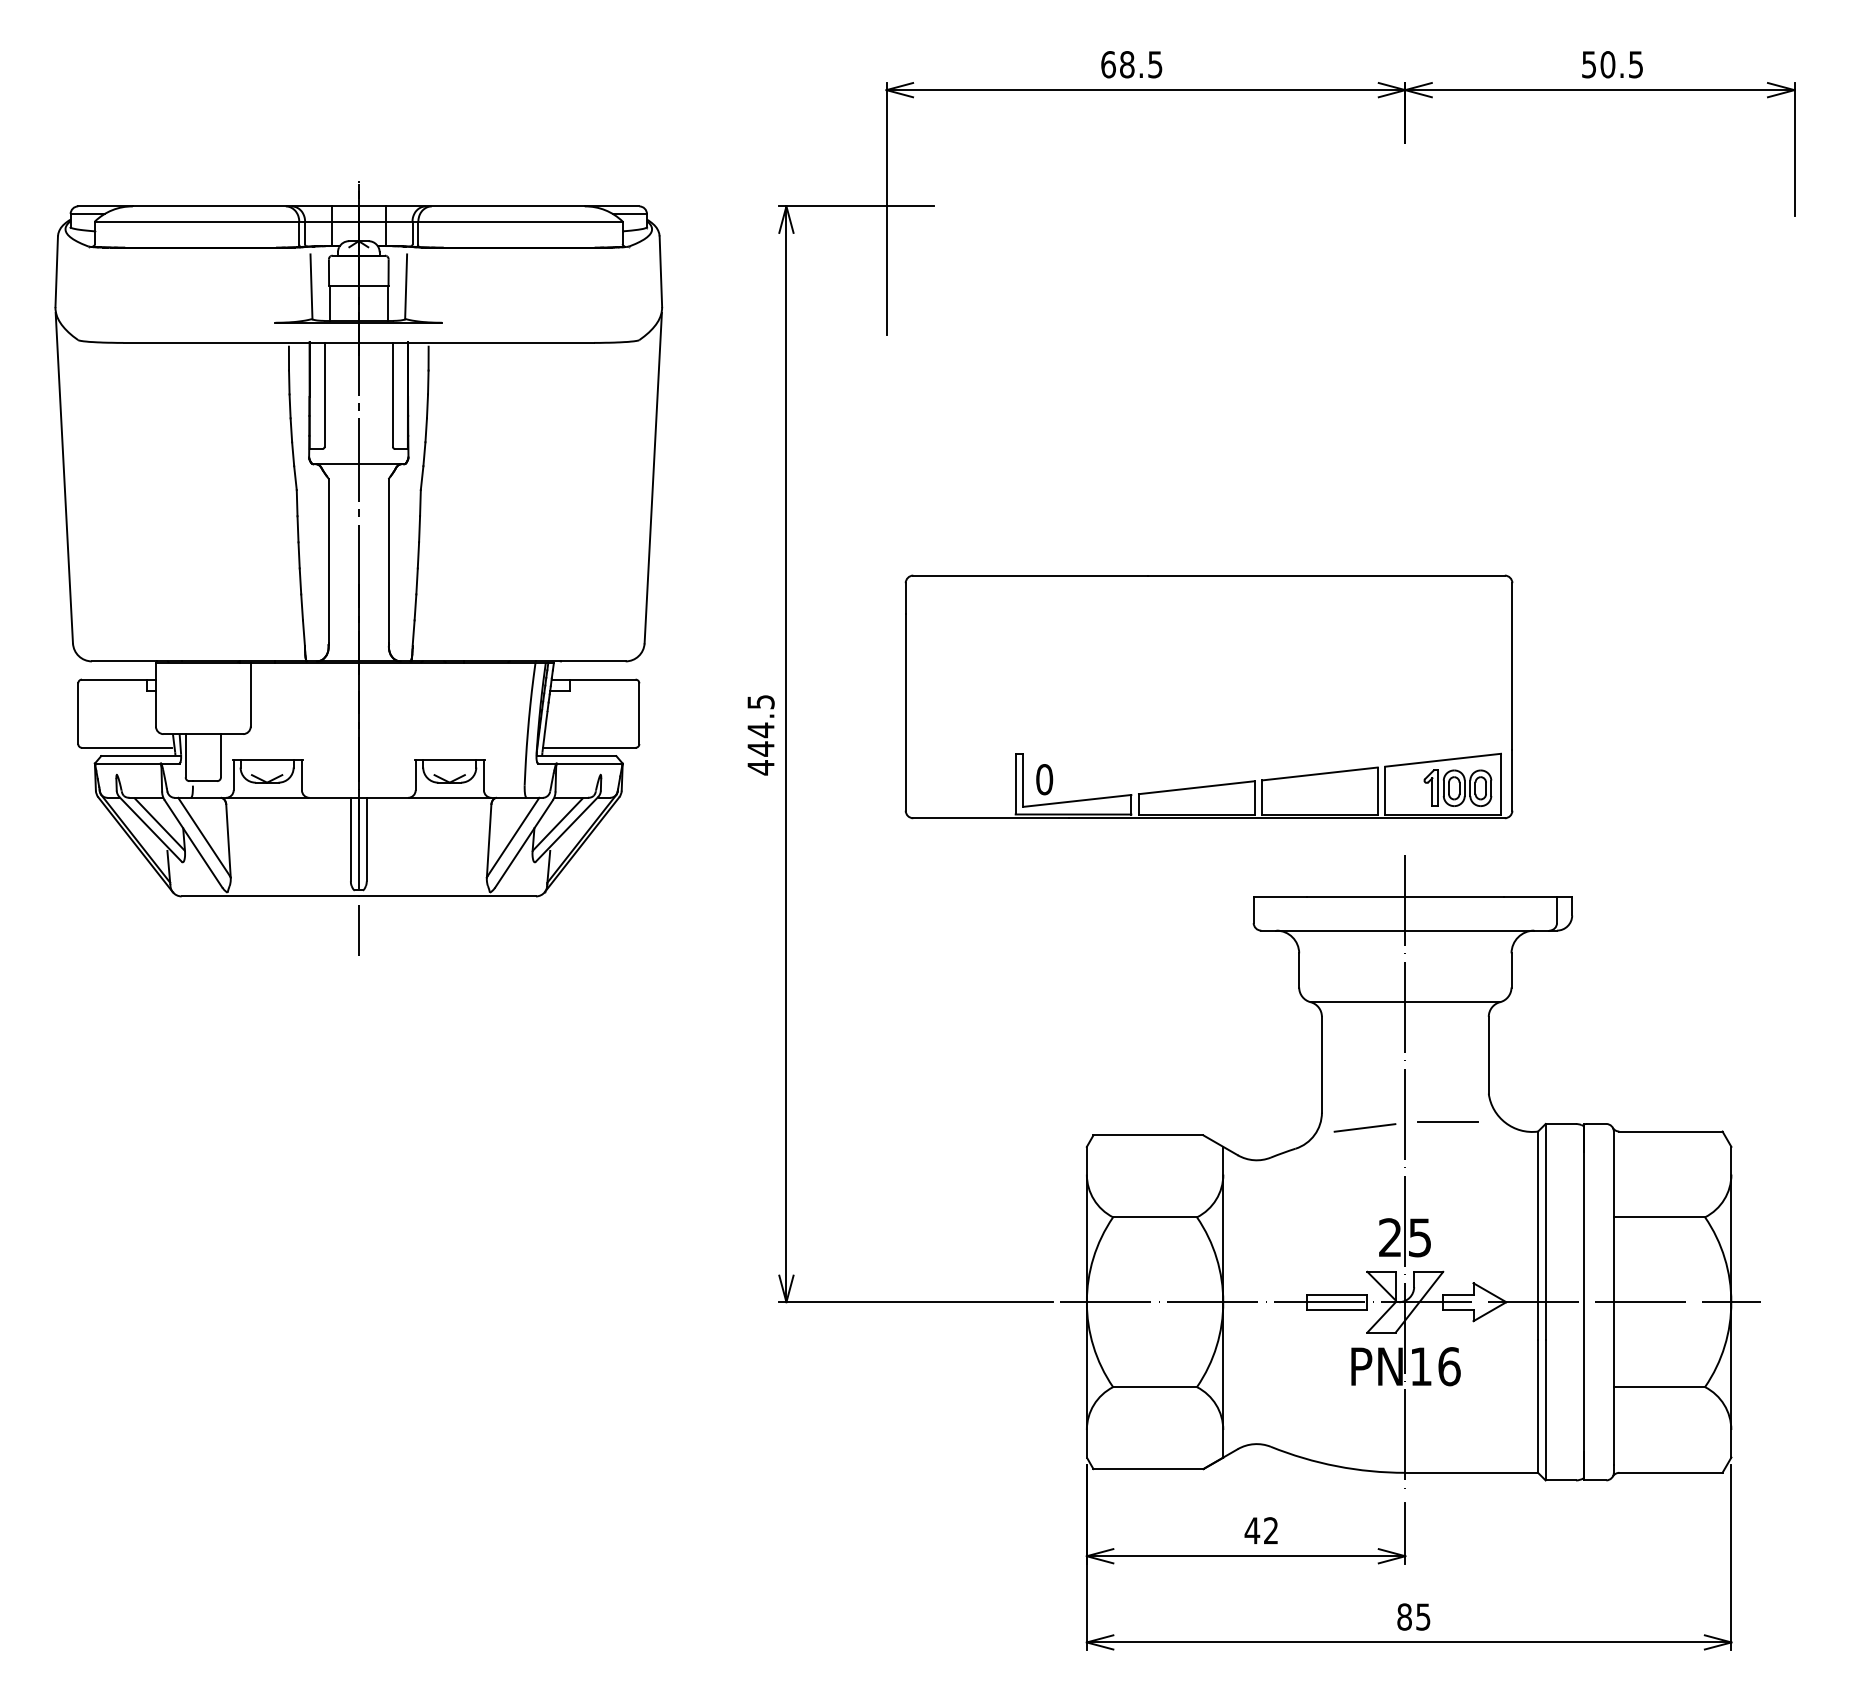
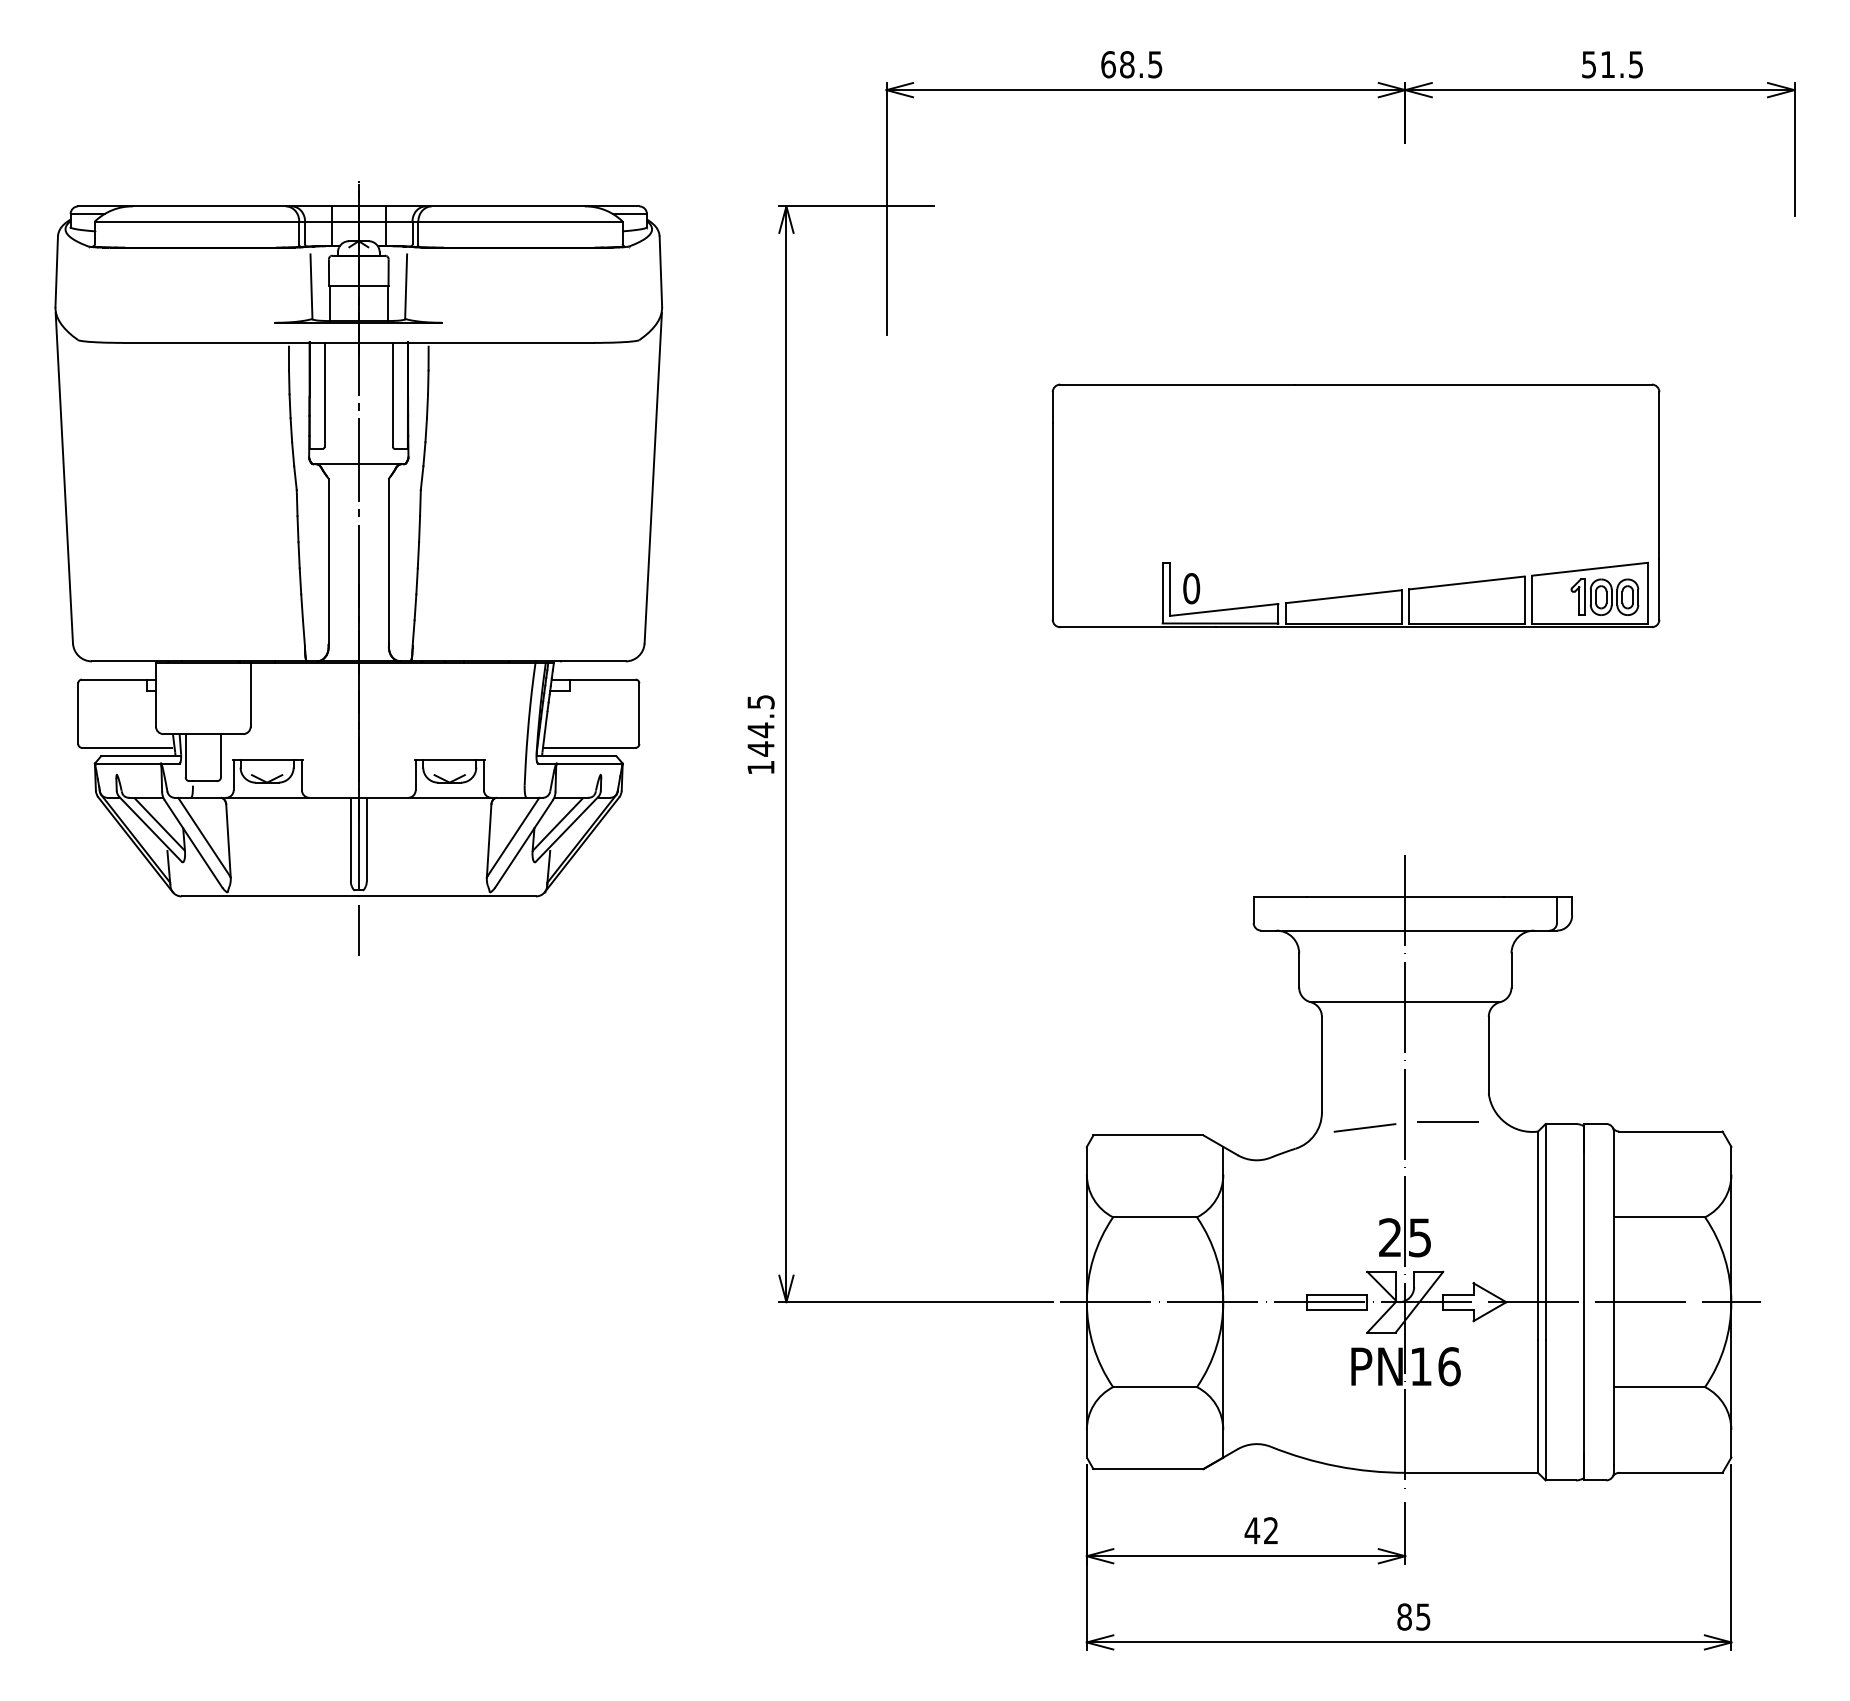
text at (1607, 64): 50.5 -> 51.5
part at (1208, 696) position: (1208, 696) -> (1355, 505)
text at (760, 767): 444.5 -> 144.5
